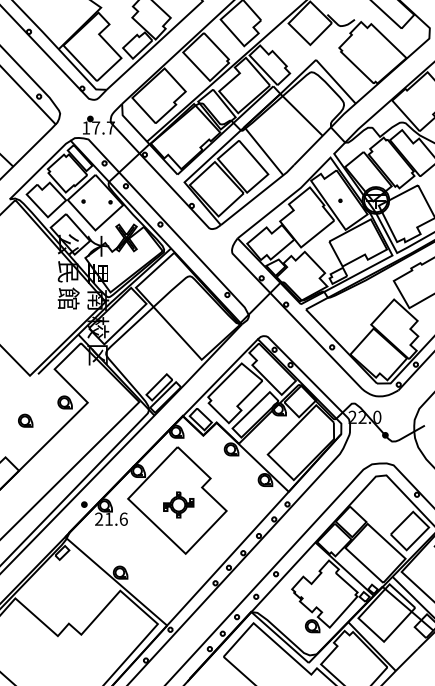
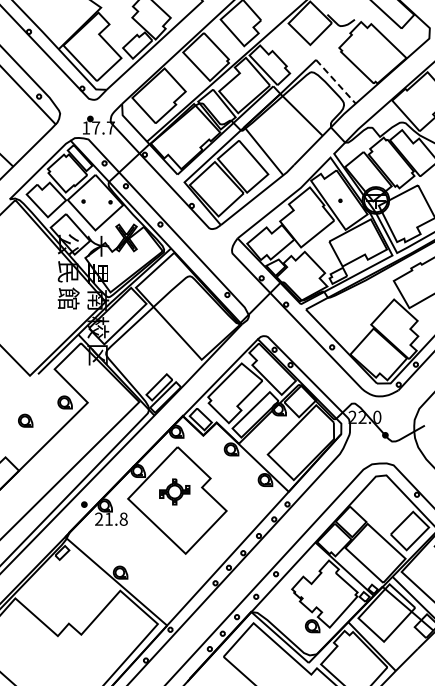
line at (335, 81): solid -> dashed
part at (178, 504) position: (178, 504) -> (174, 491)
text at (123, 518): 21.6 -> 21.8
